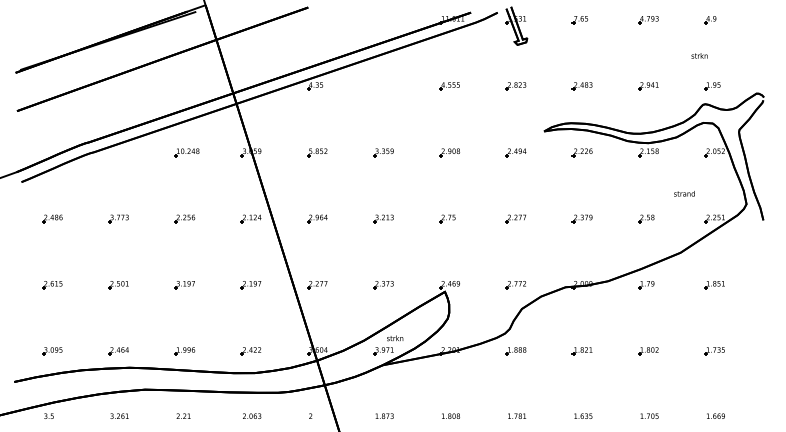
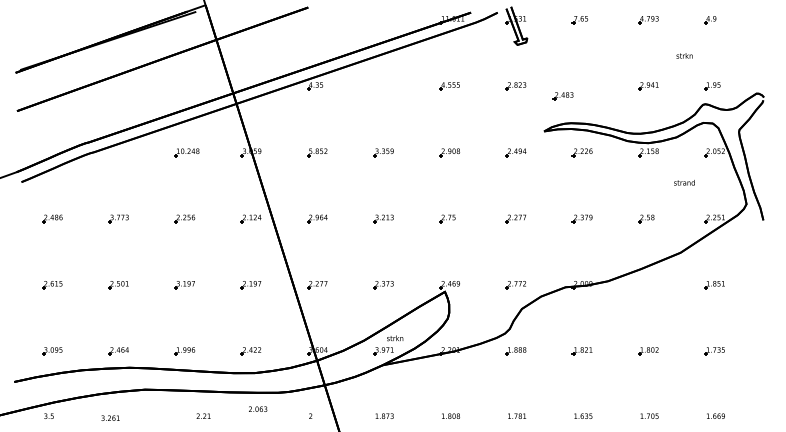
text at (699, 55) position: (699, 55) -> (684, 55)
part at (581, 86) position: (581, 86) -> (562, 96)
text at (684, 193) position: (684, 193) -> (684, 182)
part at (646, 285): present -> none
text at (119, 415) position: (119, 415) -> (110, 417)
text at (183, 415) position: (183, 415) -> (203, 415)
text at (252, 415) position: (252, 415) -> (258, 408)
